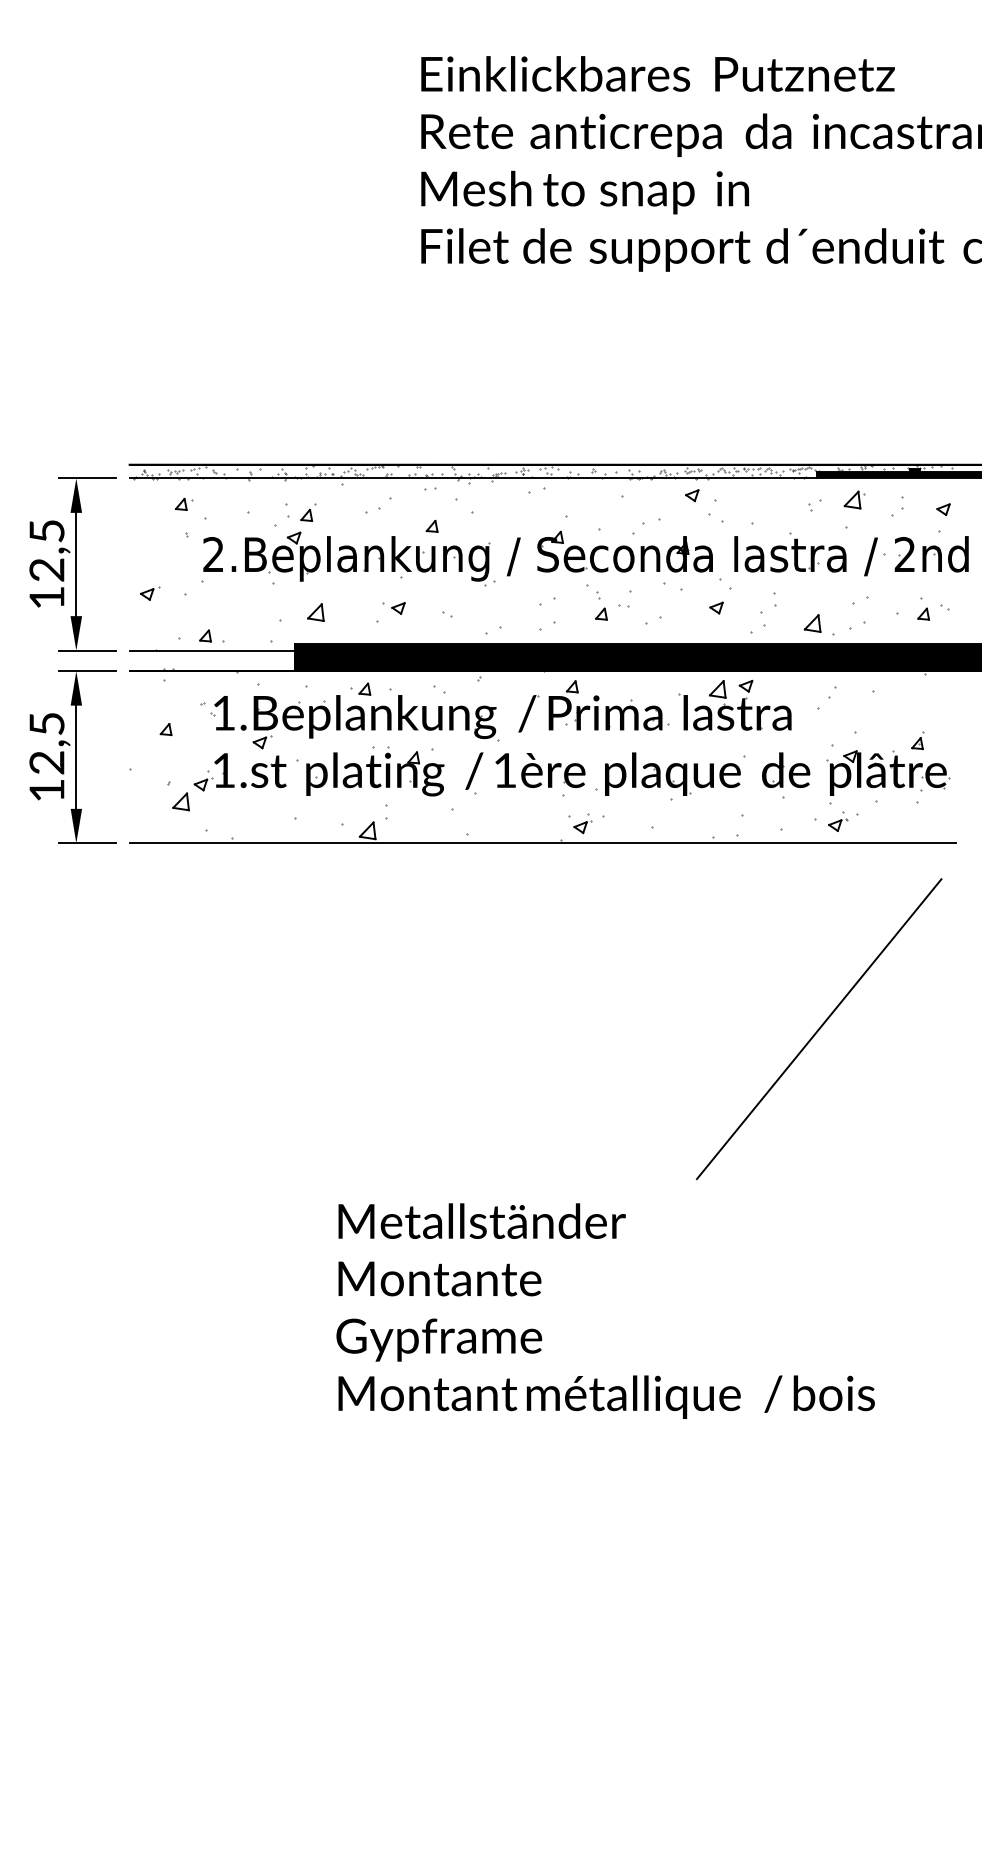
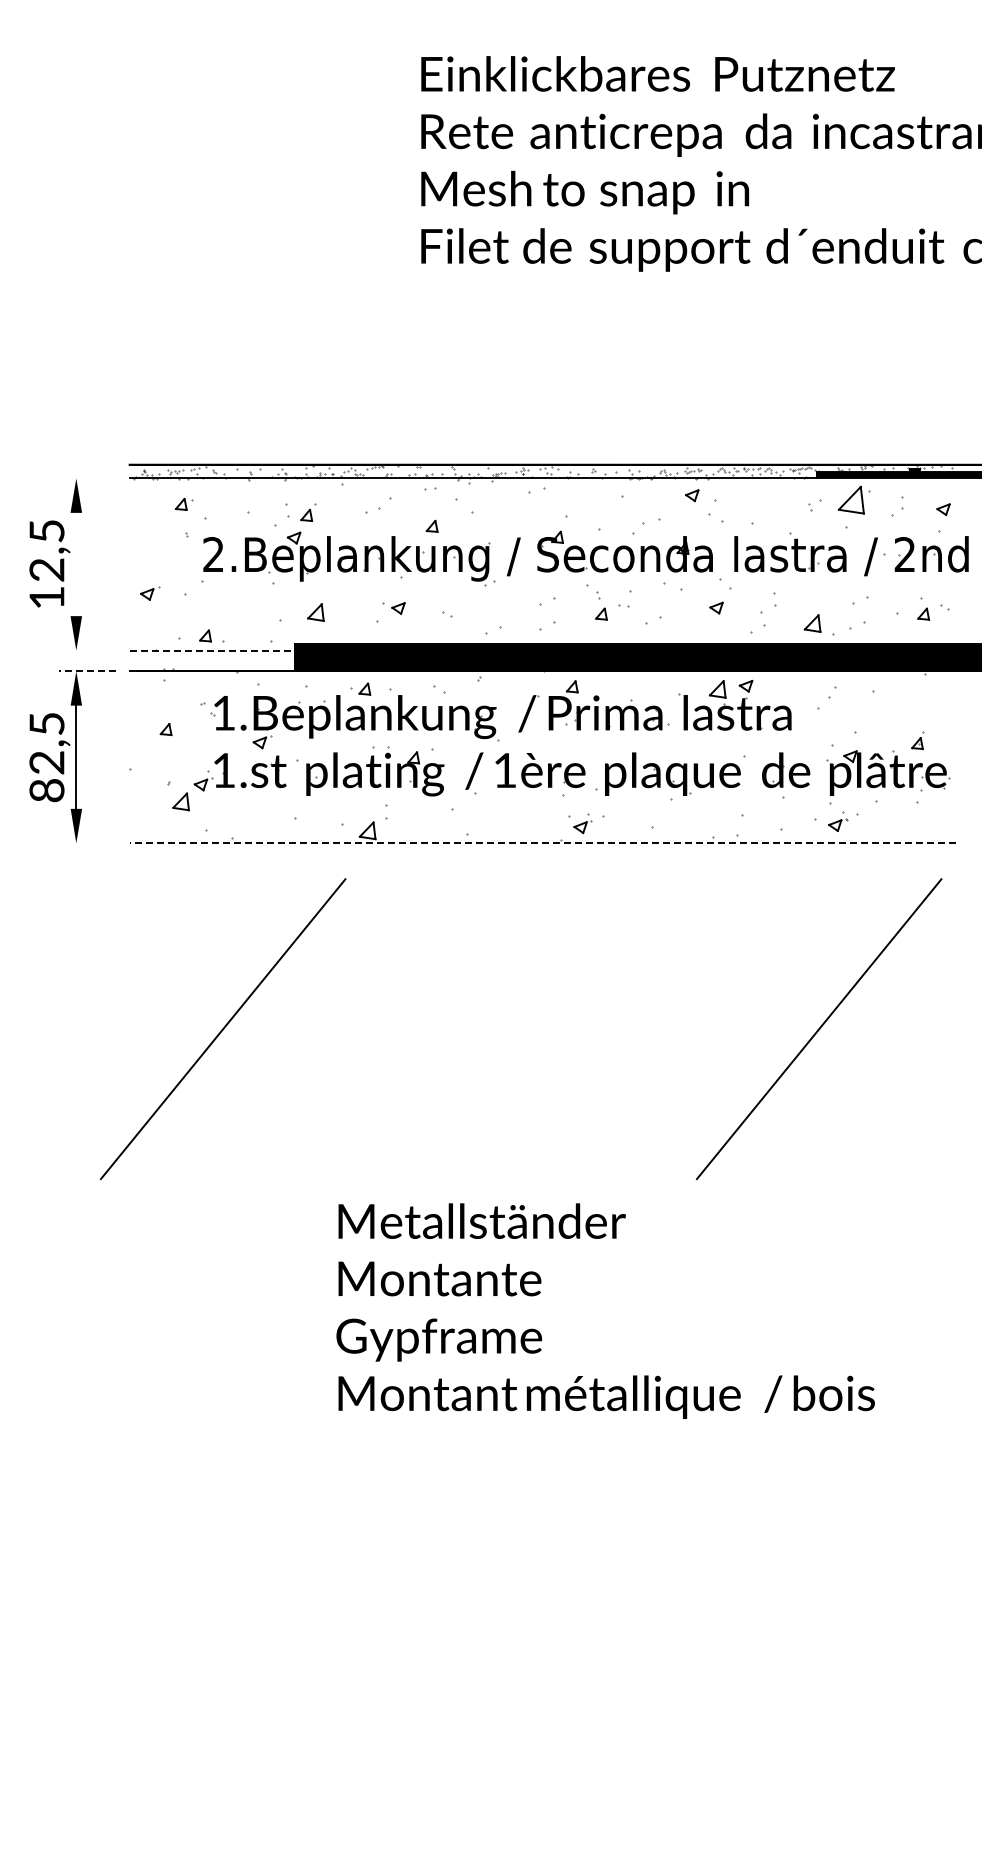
line at (87, 478): present -> none
part at (854, 499) size: 23x20 px -> 34x30 px
line at (76, 564): present -> none
line at (87, 650): present -> none
line at (212, 650): solid -> dashed
line at (86, 671): solid -> dashed
text at (46, 790): 12,5 -> 82,5
line at (87, 843): present -> none
line at (542, 843): solid -> dashed
line at (222, 1028): none -> present
